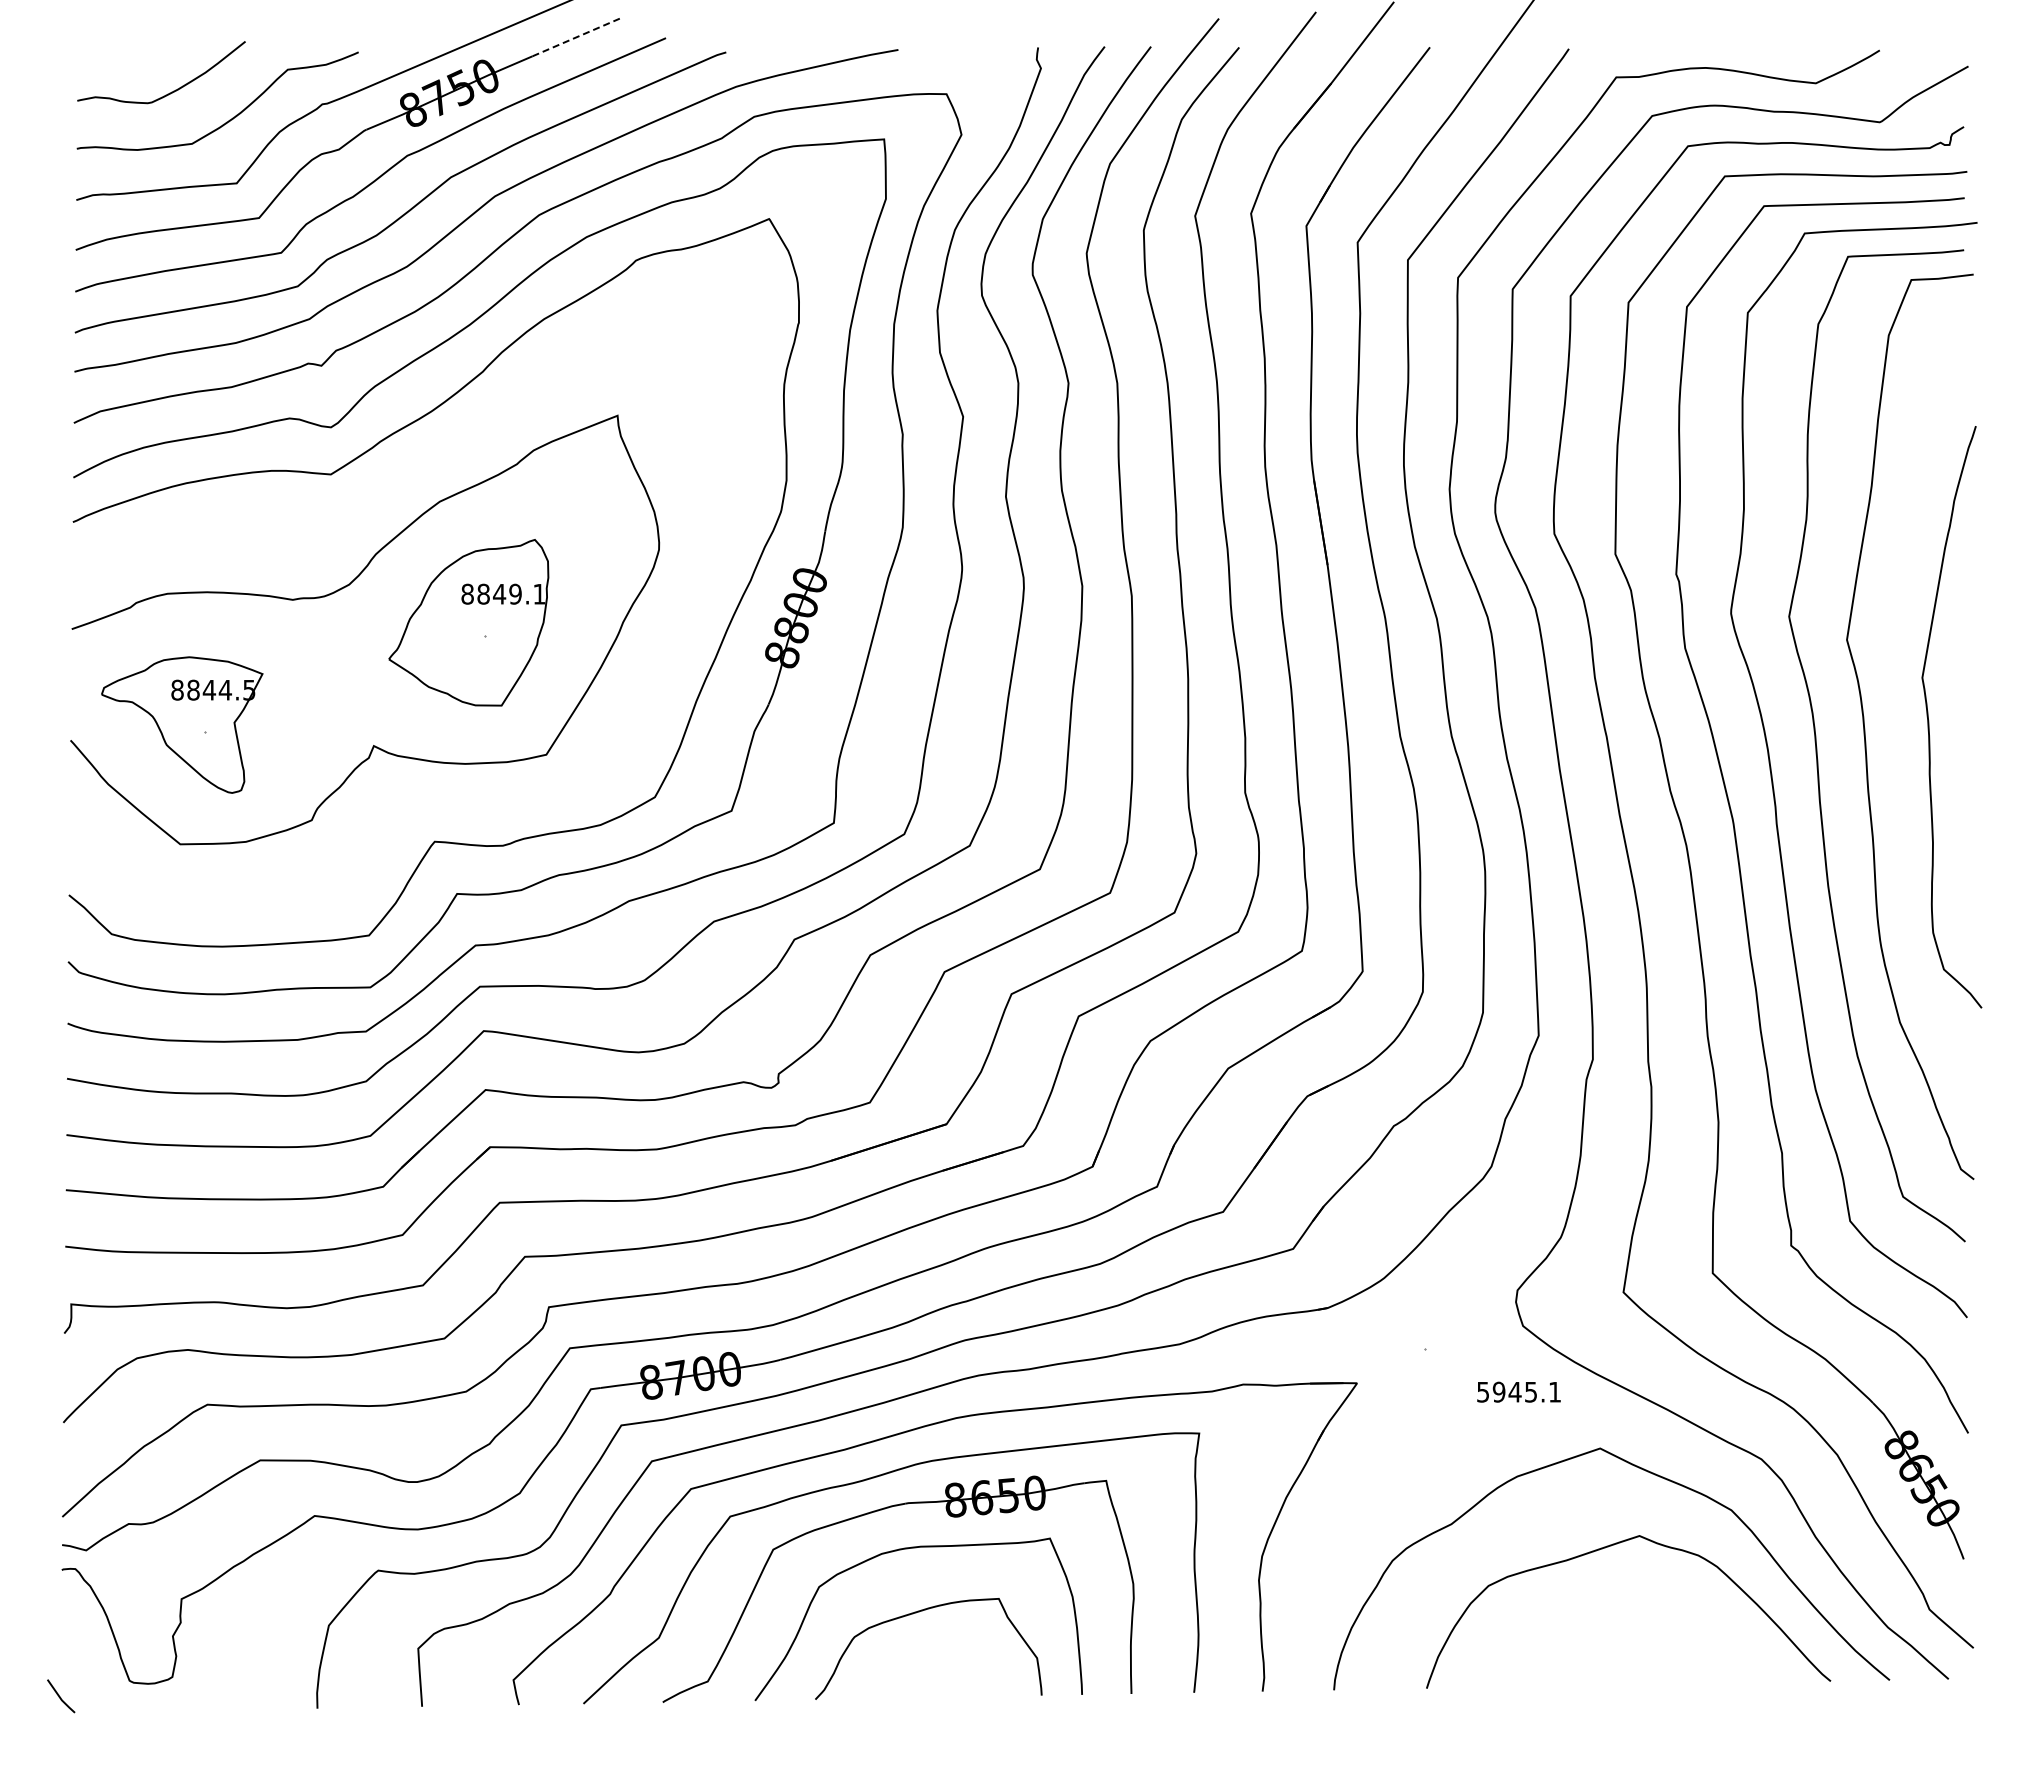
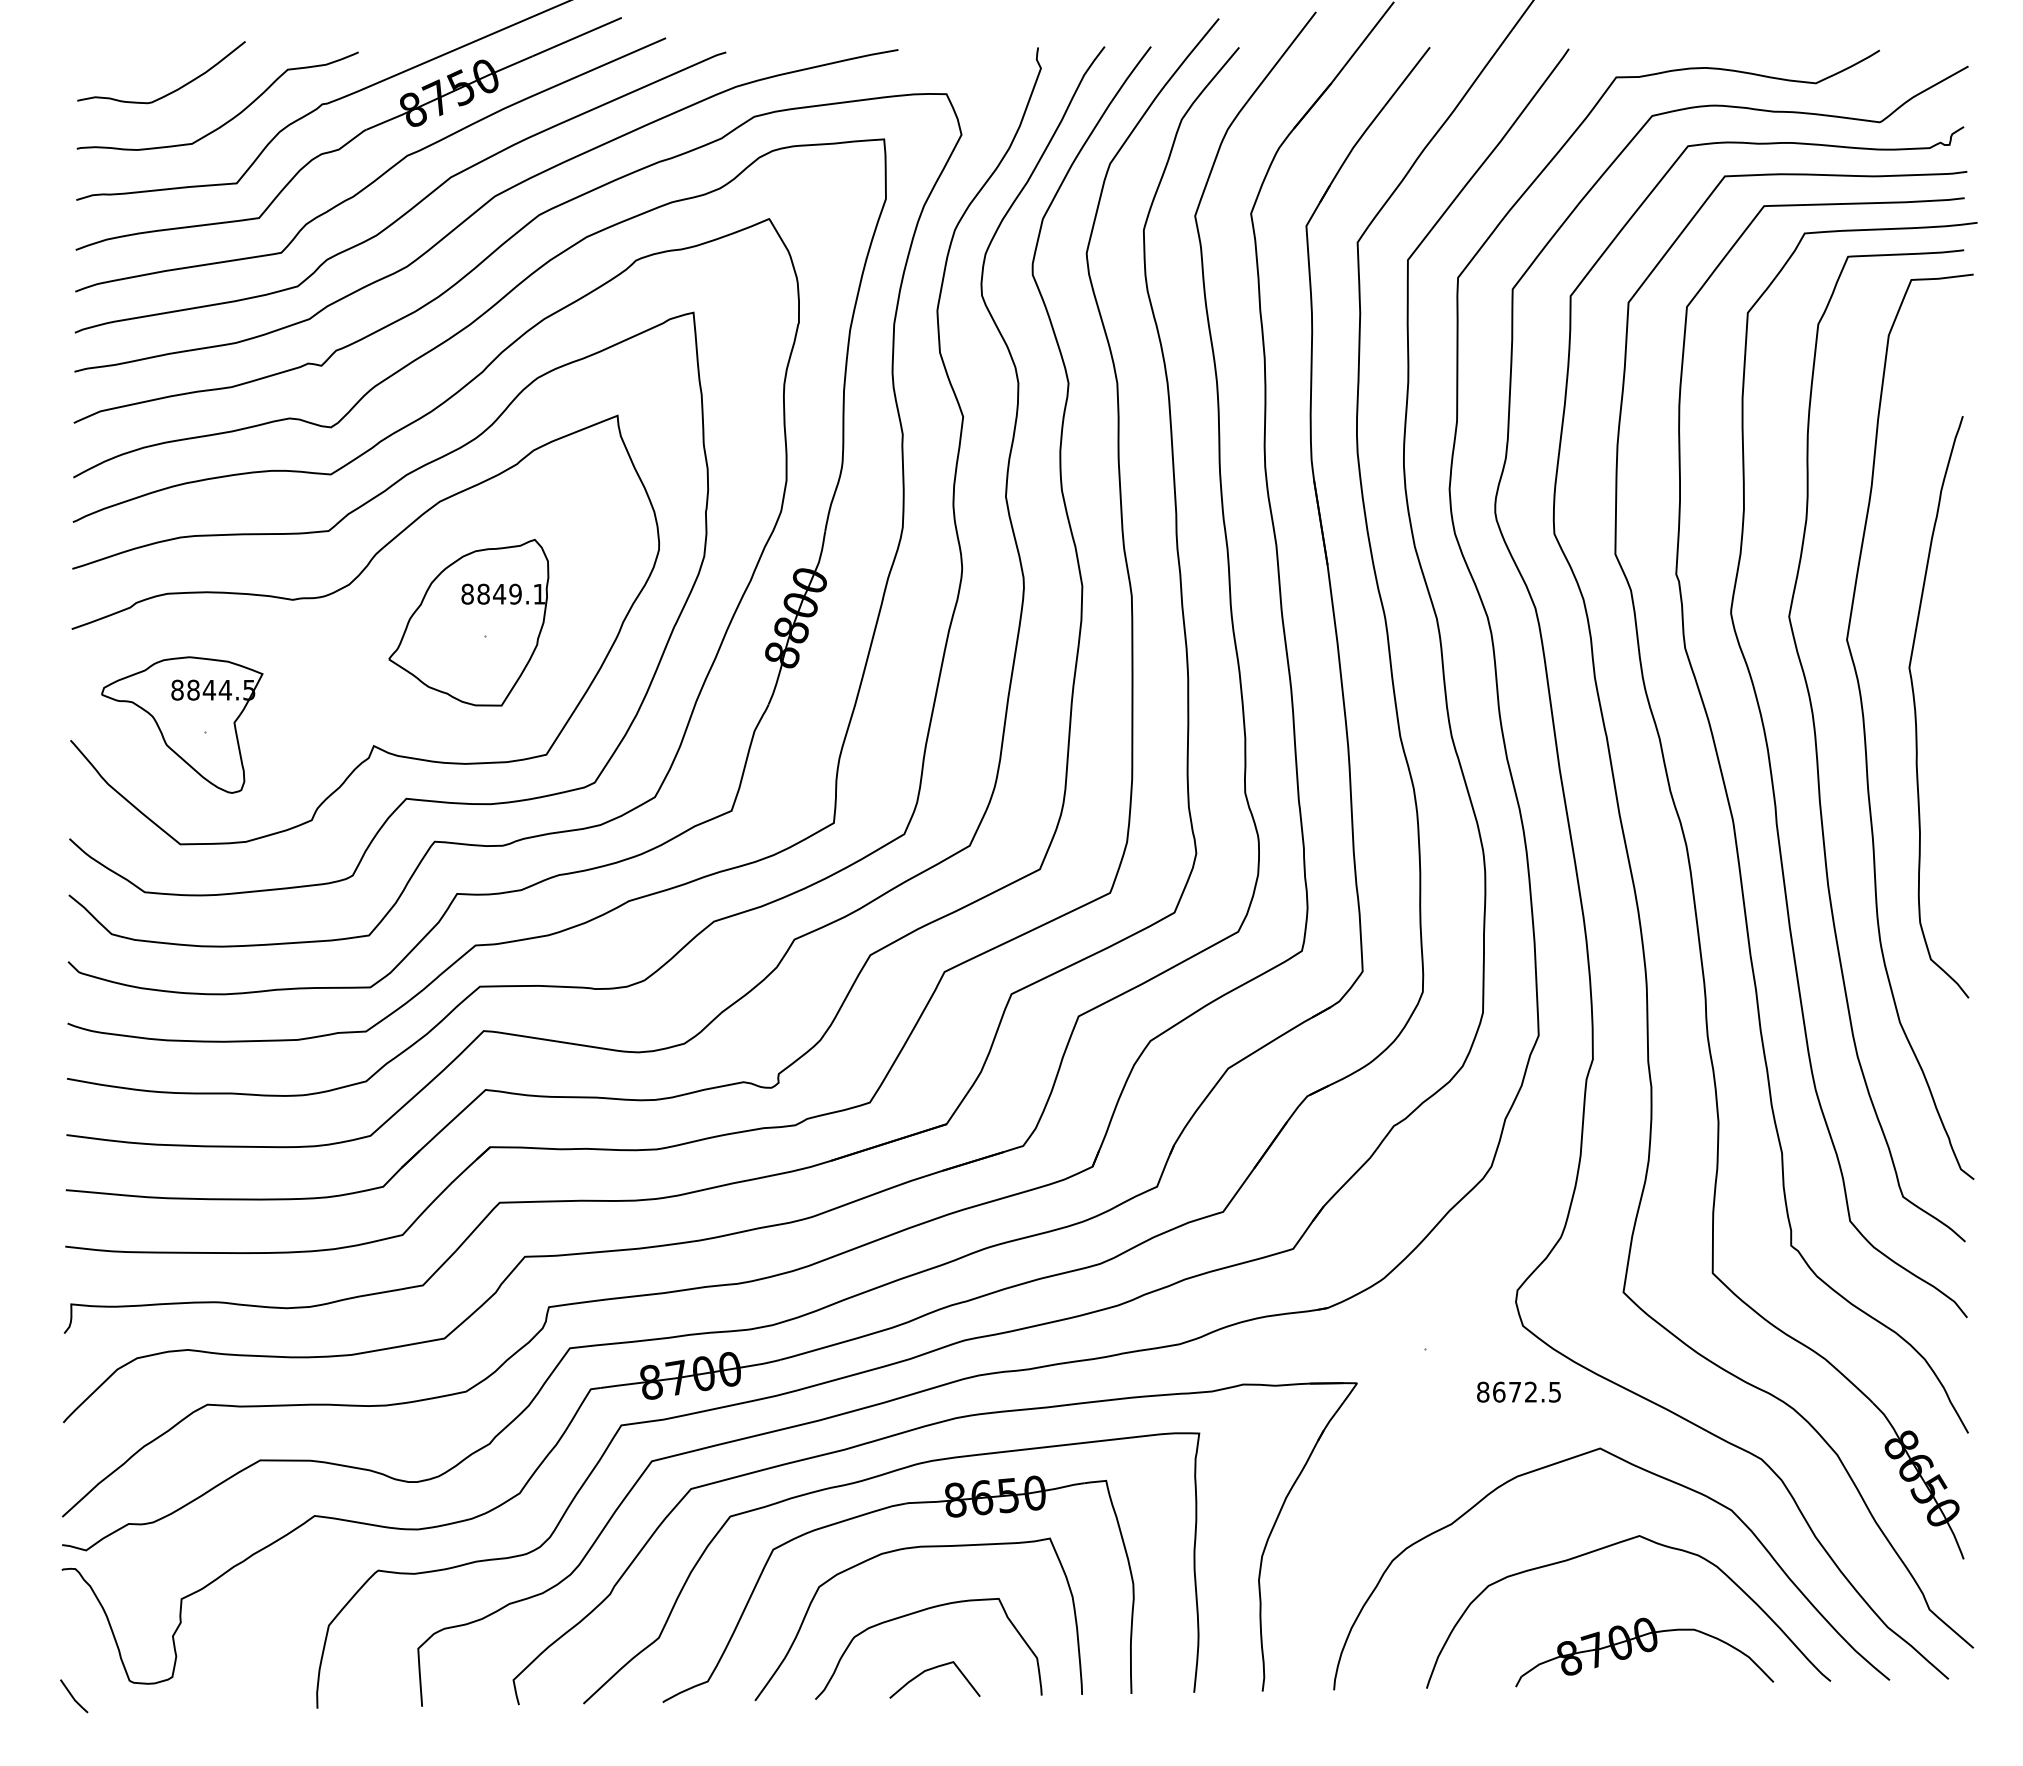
line at (577, 37): dashed -> solid
curve at (332, 529): none -> present
curve at (1929, 720) position: (1929, 720) -> (1916, 710)
text at (1518, 1391): 5945.1 -> 8672.5
part at (1644, 1652): none -> present
curve at (930, 1670): none -> present
line at (60, 1696) position: (60, 1696) -> (73, 1696)
